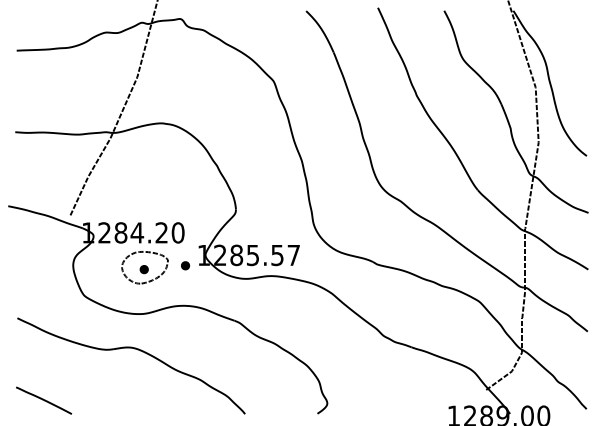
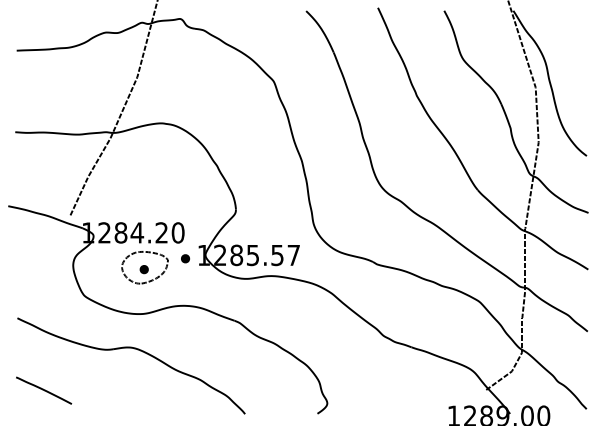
part at (185, 265) position: (185, 265) -> (185, 258)
line at (44, 400) position: (44, 400) -> (44, 390)
